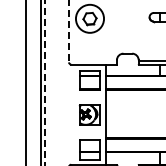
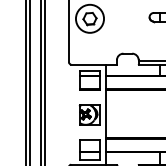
line at (69, 31): dashed -> solid
line at (29, 82): none -> present
line at (45, 82): dashed -> solid
